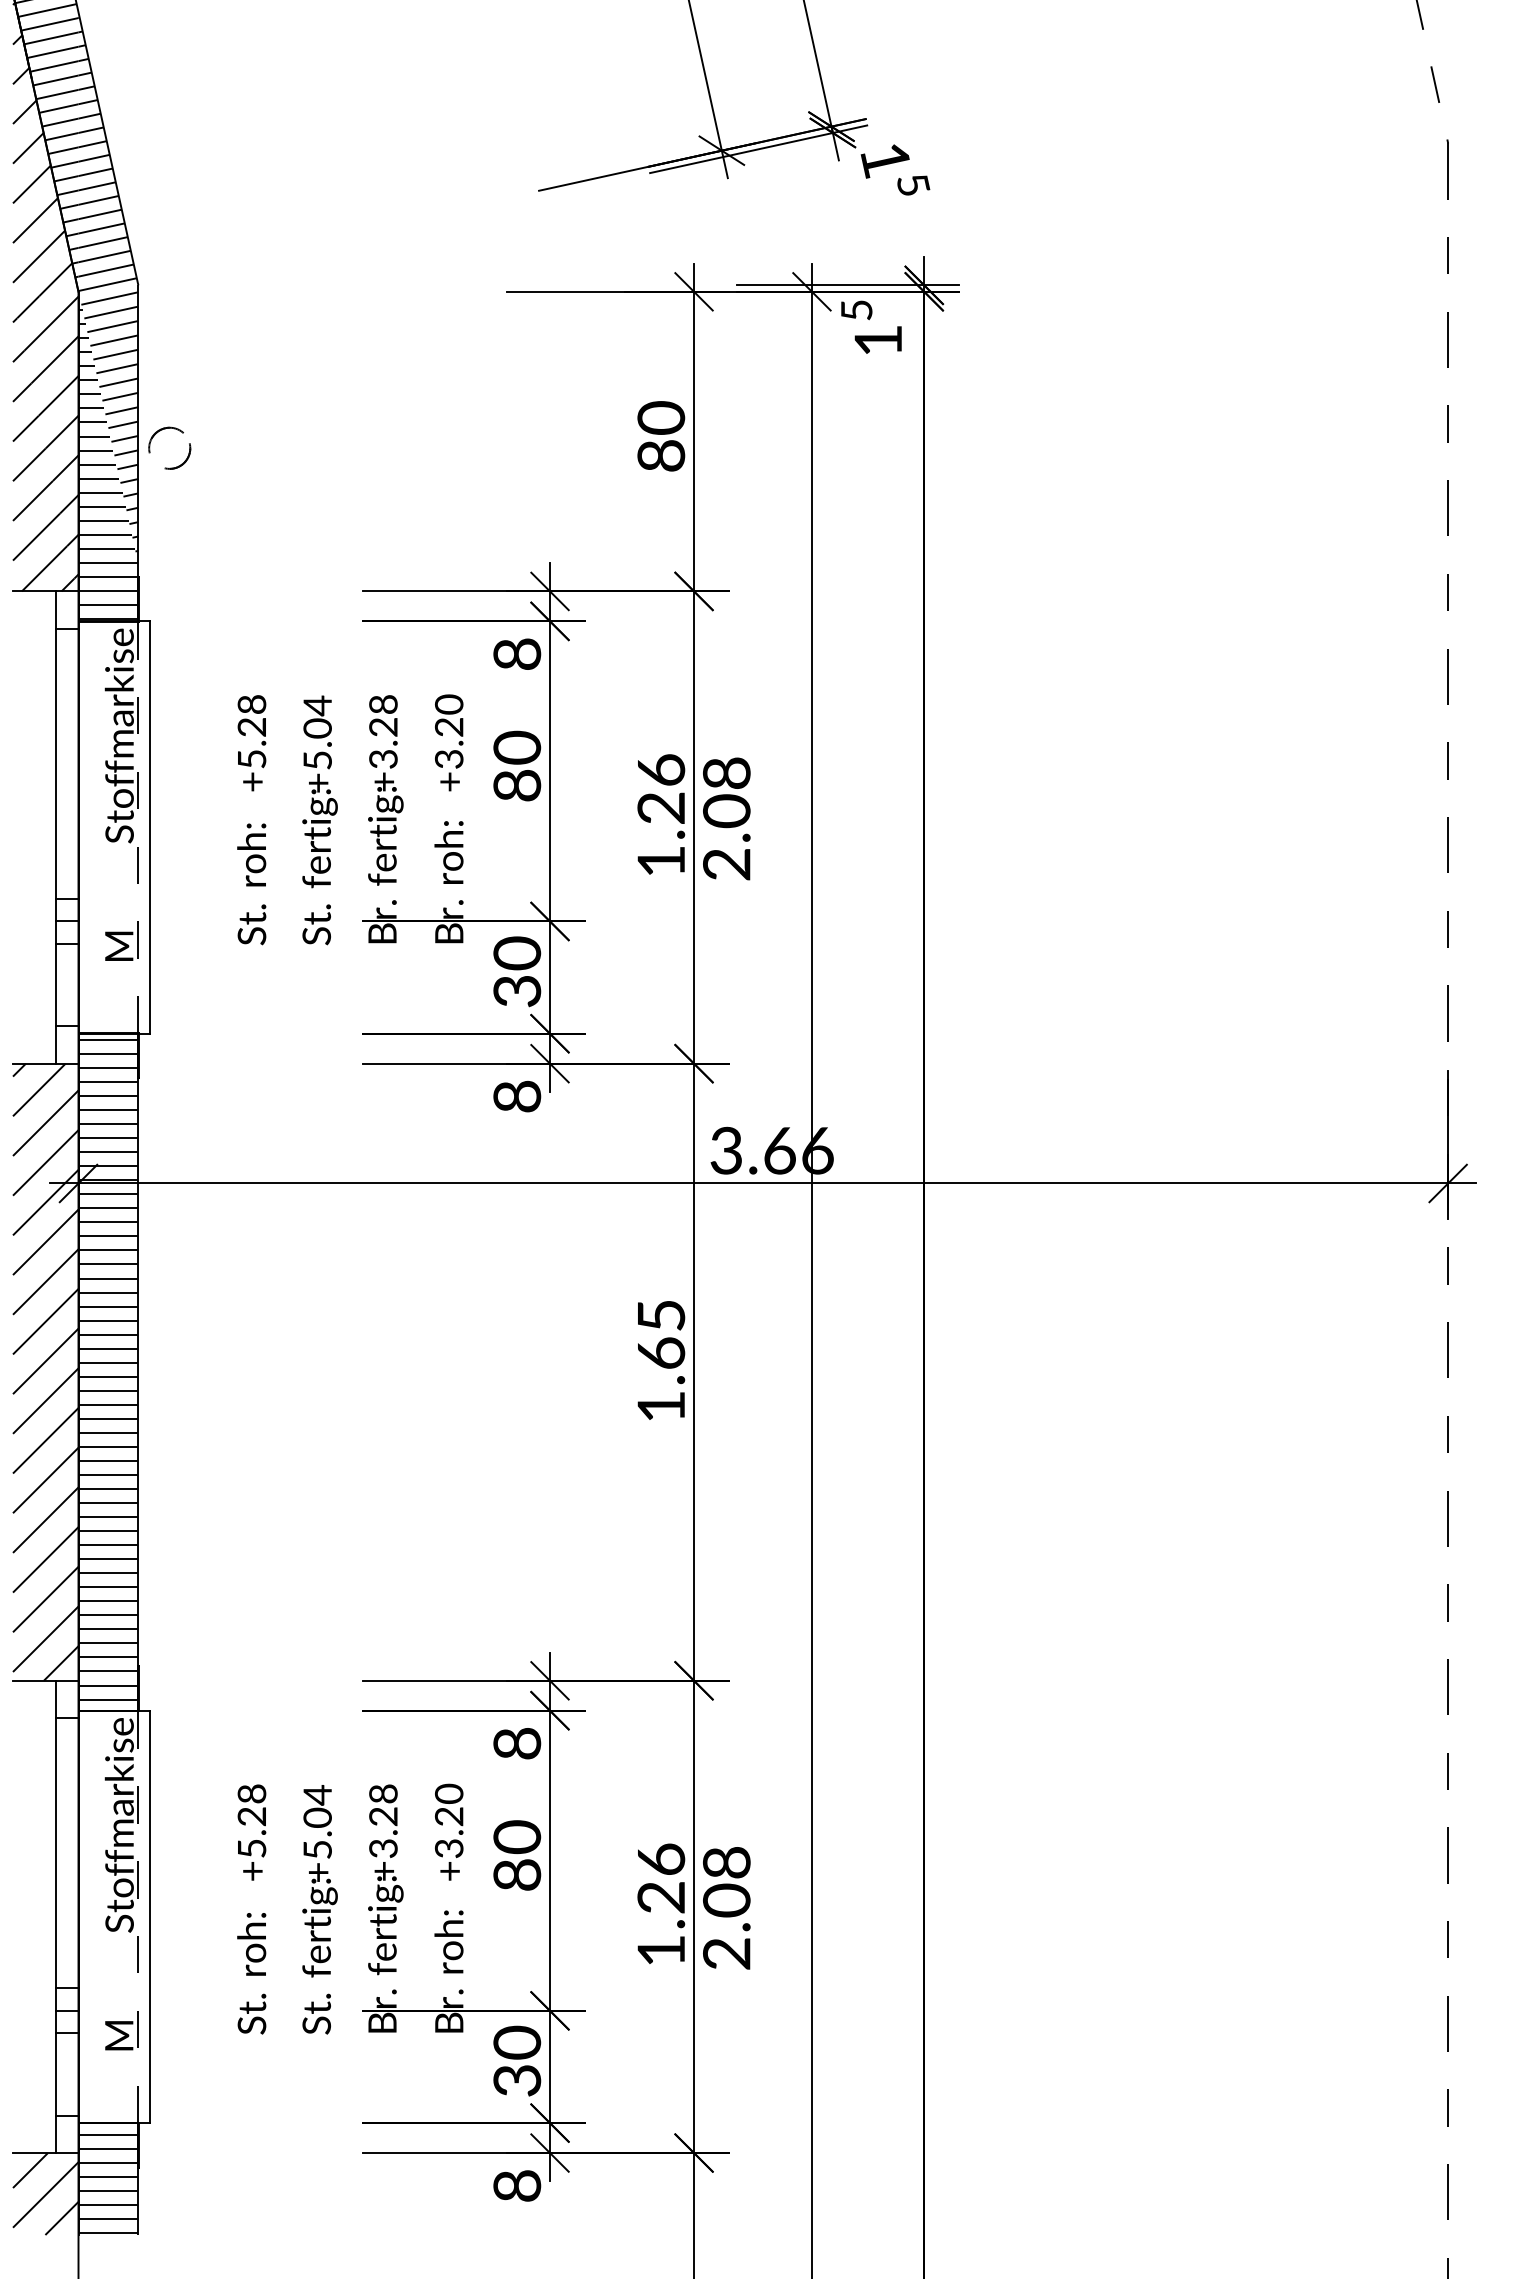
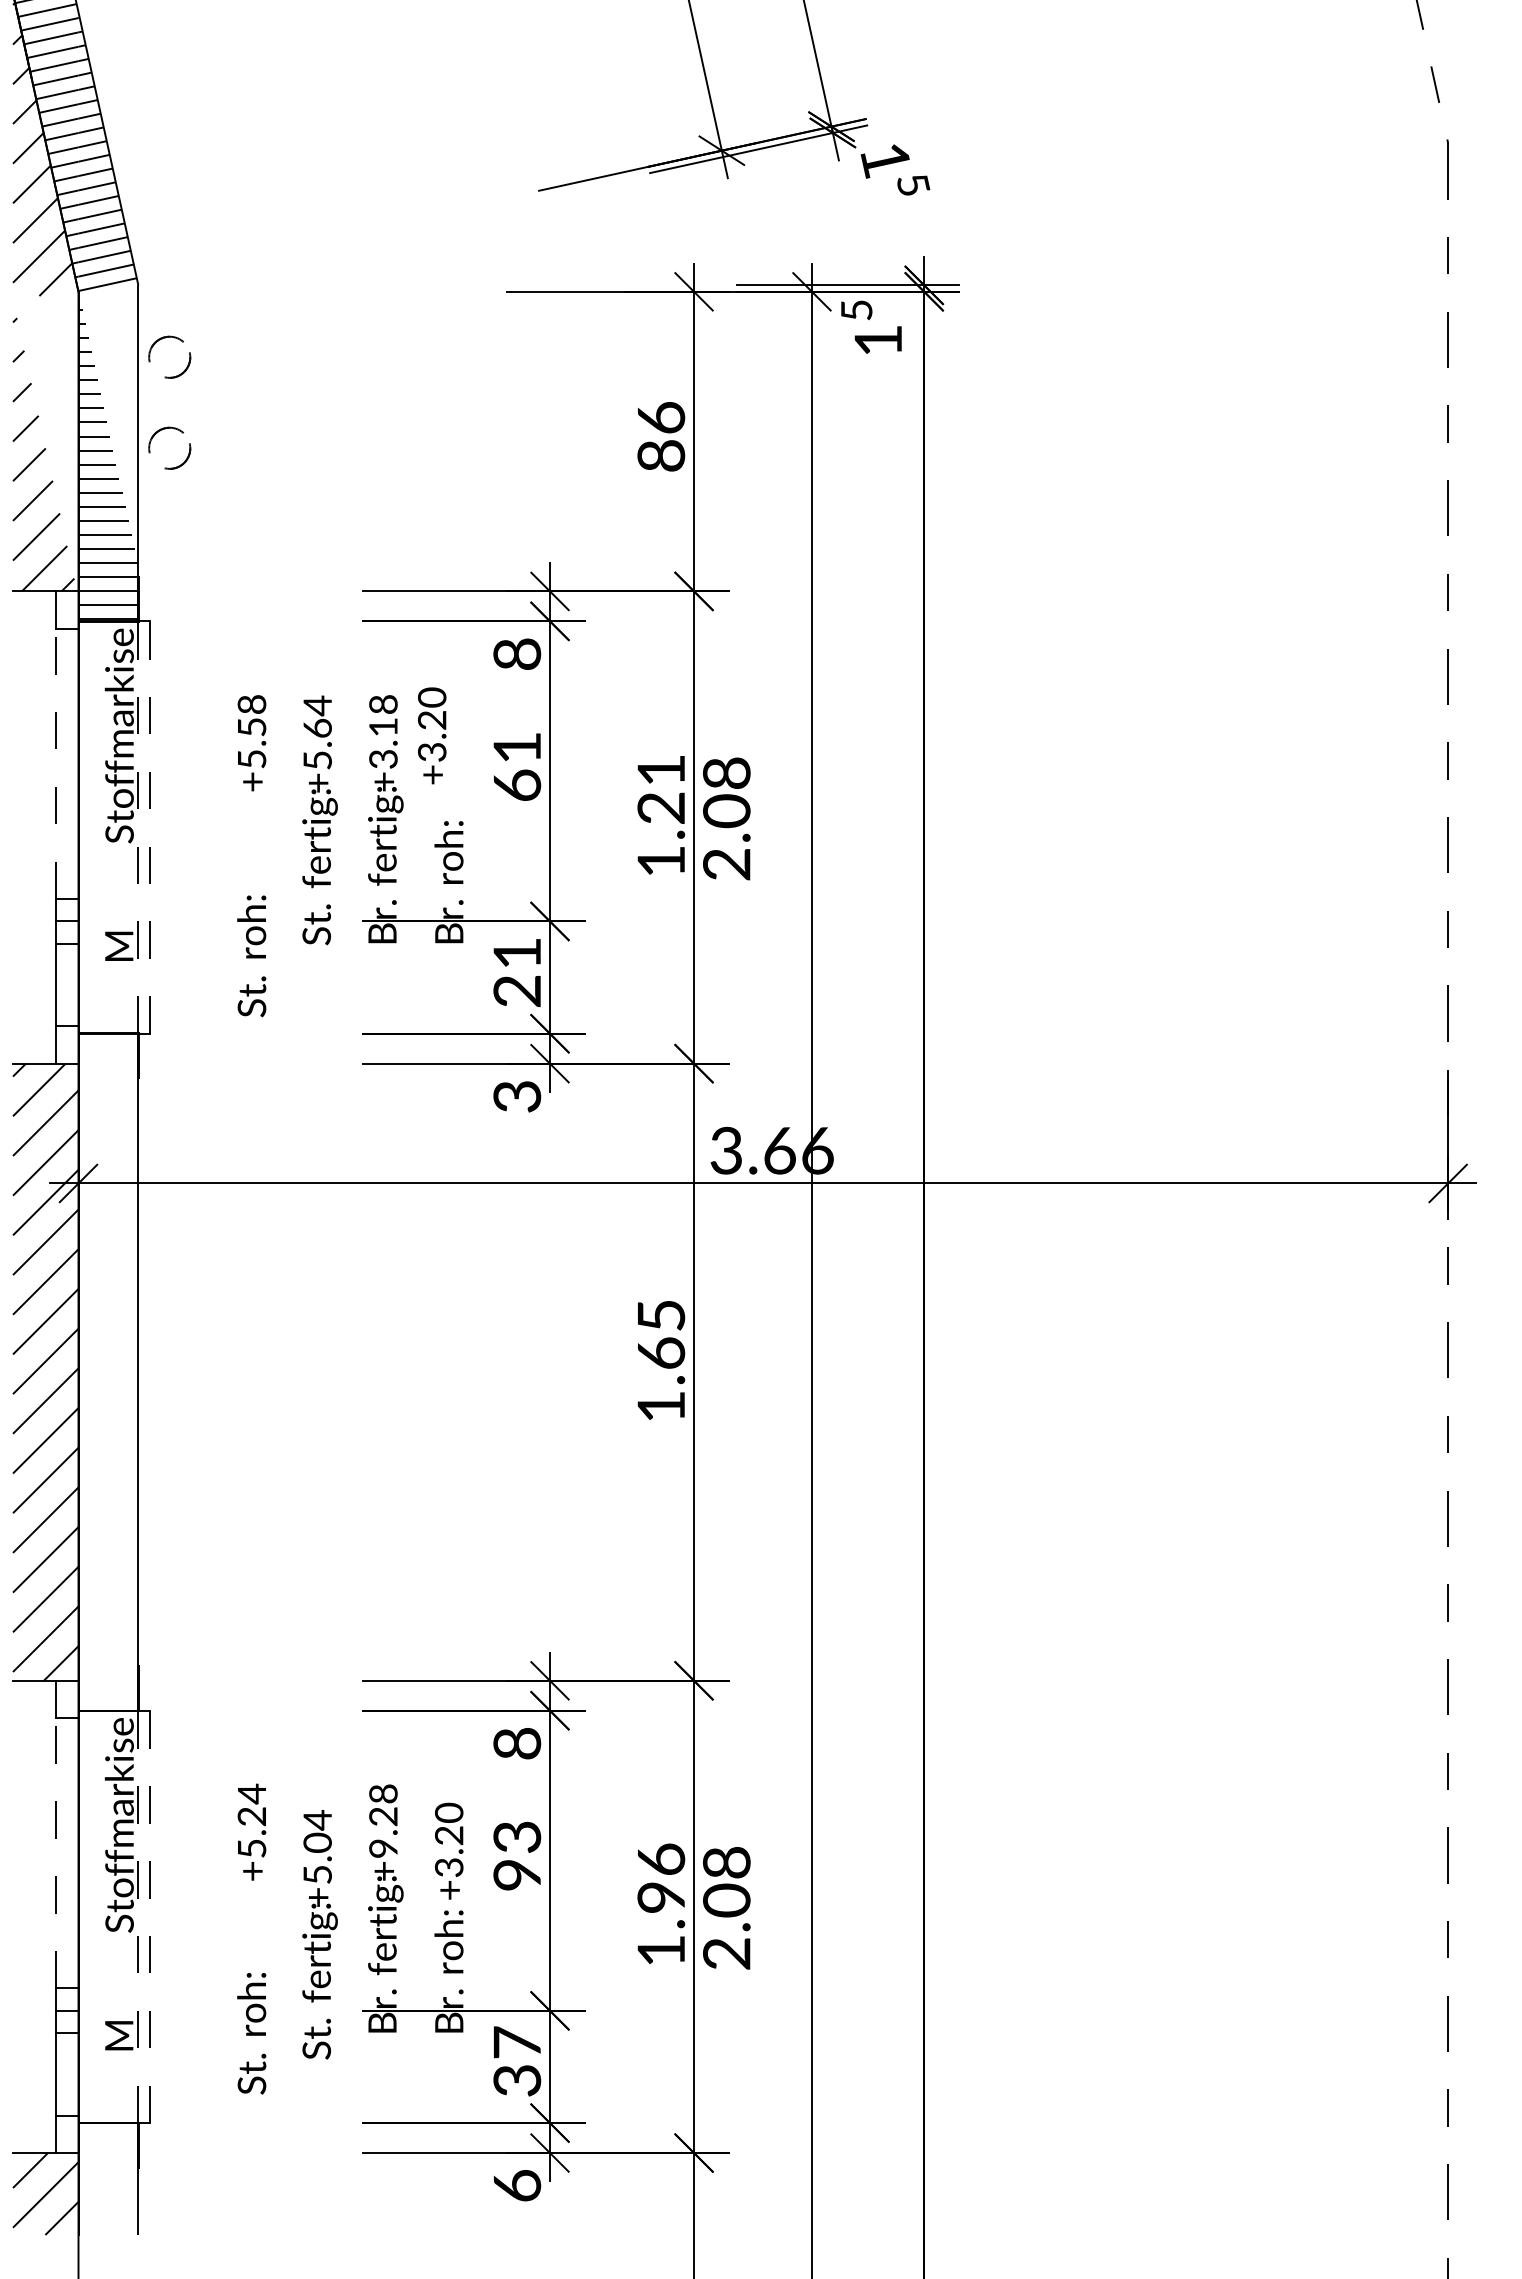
part at (160, 340): none -> present
text at (660, 417): 80 -> 86
hatch at (109, 421): present -> none
hatch at (47, 437): present -> none
text at (251, 727): +5.28 -> +5.58
text at (383, 727): +3.28 -> +3.18
text at (317, 728): +5.04 -> +5.64
text at (449, 742) position: (449, 742) -> (432, 735)
line at (56, 763): solid -> dashed
text at (517, 765): 80 -> 61
text at (661, 769): 1.26 -> 1.21
line at (149, 827): solid -> dashed
text at (251, 884) position: (251, 884) -> (251, 956)
text at (517, 971): 30 -> 21
text at (516, 1096): 8 -> 3
hatch at (108, 1369): present -> none
text at (251, 1793): +5.28 -> +5.24
text at (449, 1831) position: (449, 1831) -> (449, 1850)
text at (383, 1848): +3.28 -> +9.28
line at (56, 1852): solid -> dashed
text at (517, 1855): 80 -> 93
text at (660, 1897): 1.26 -> 1.96
text at (319, 1909) position: (319, 1909) -> (319, 1934)
line at (149, 1916): solid -> dashed
text at (251, 1973) position: (251, 1973) -> (251, 2033)
text at (517, 2042): 30 -> 37
hatch at (108, 2183): present -> none
text at (516, 2185): 8 -> 6
